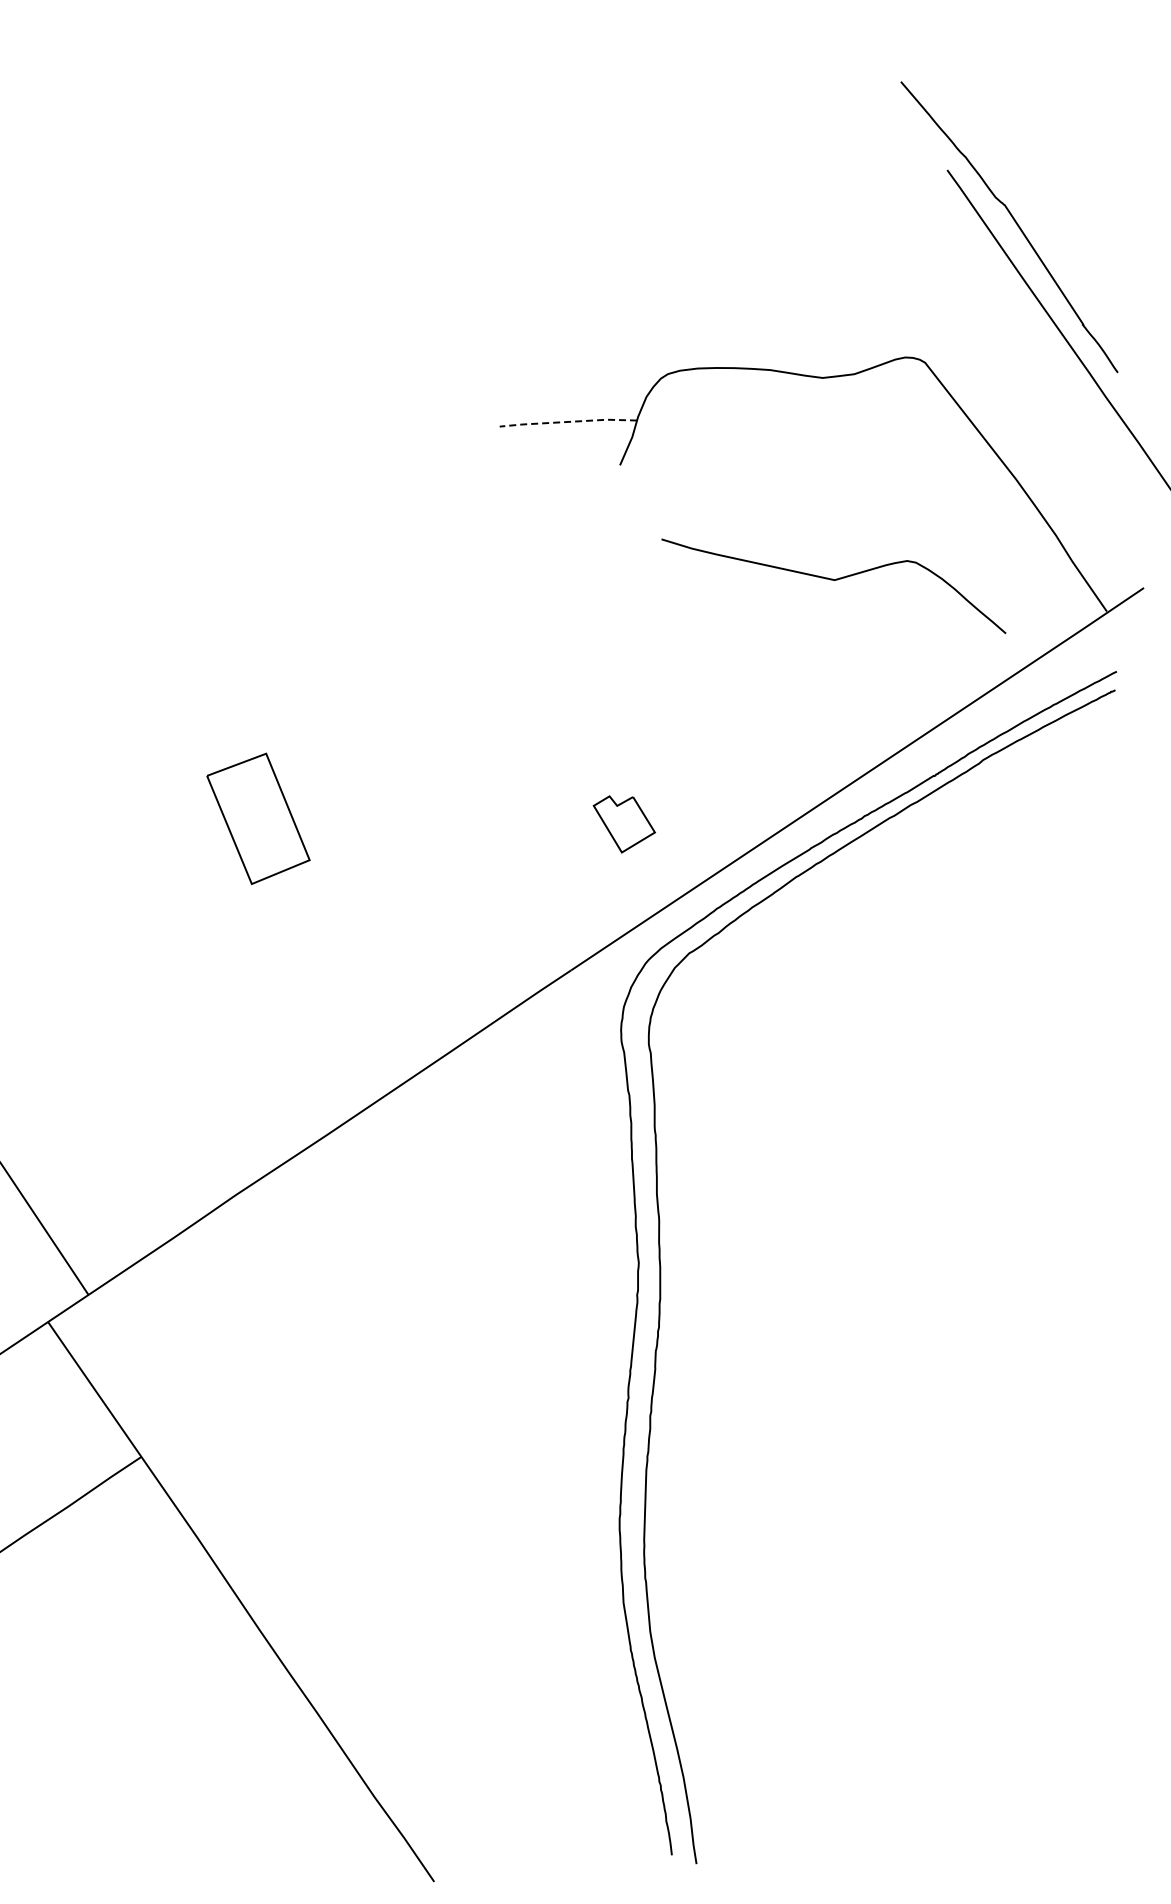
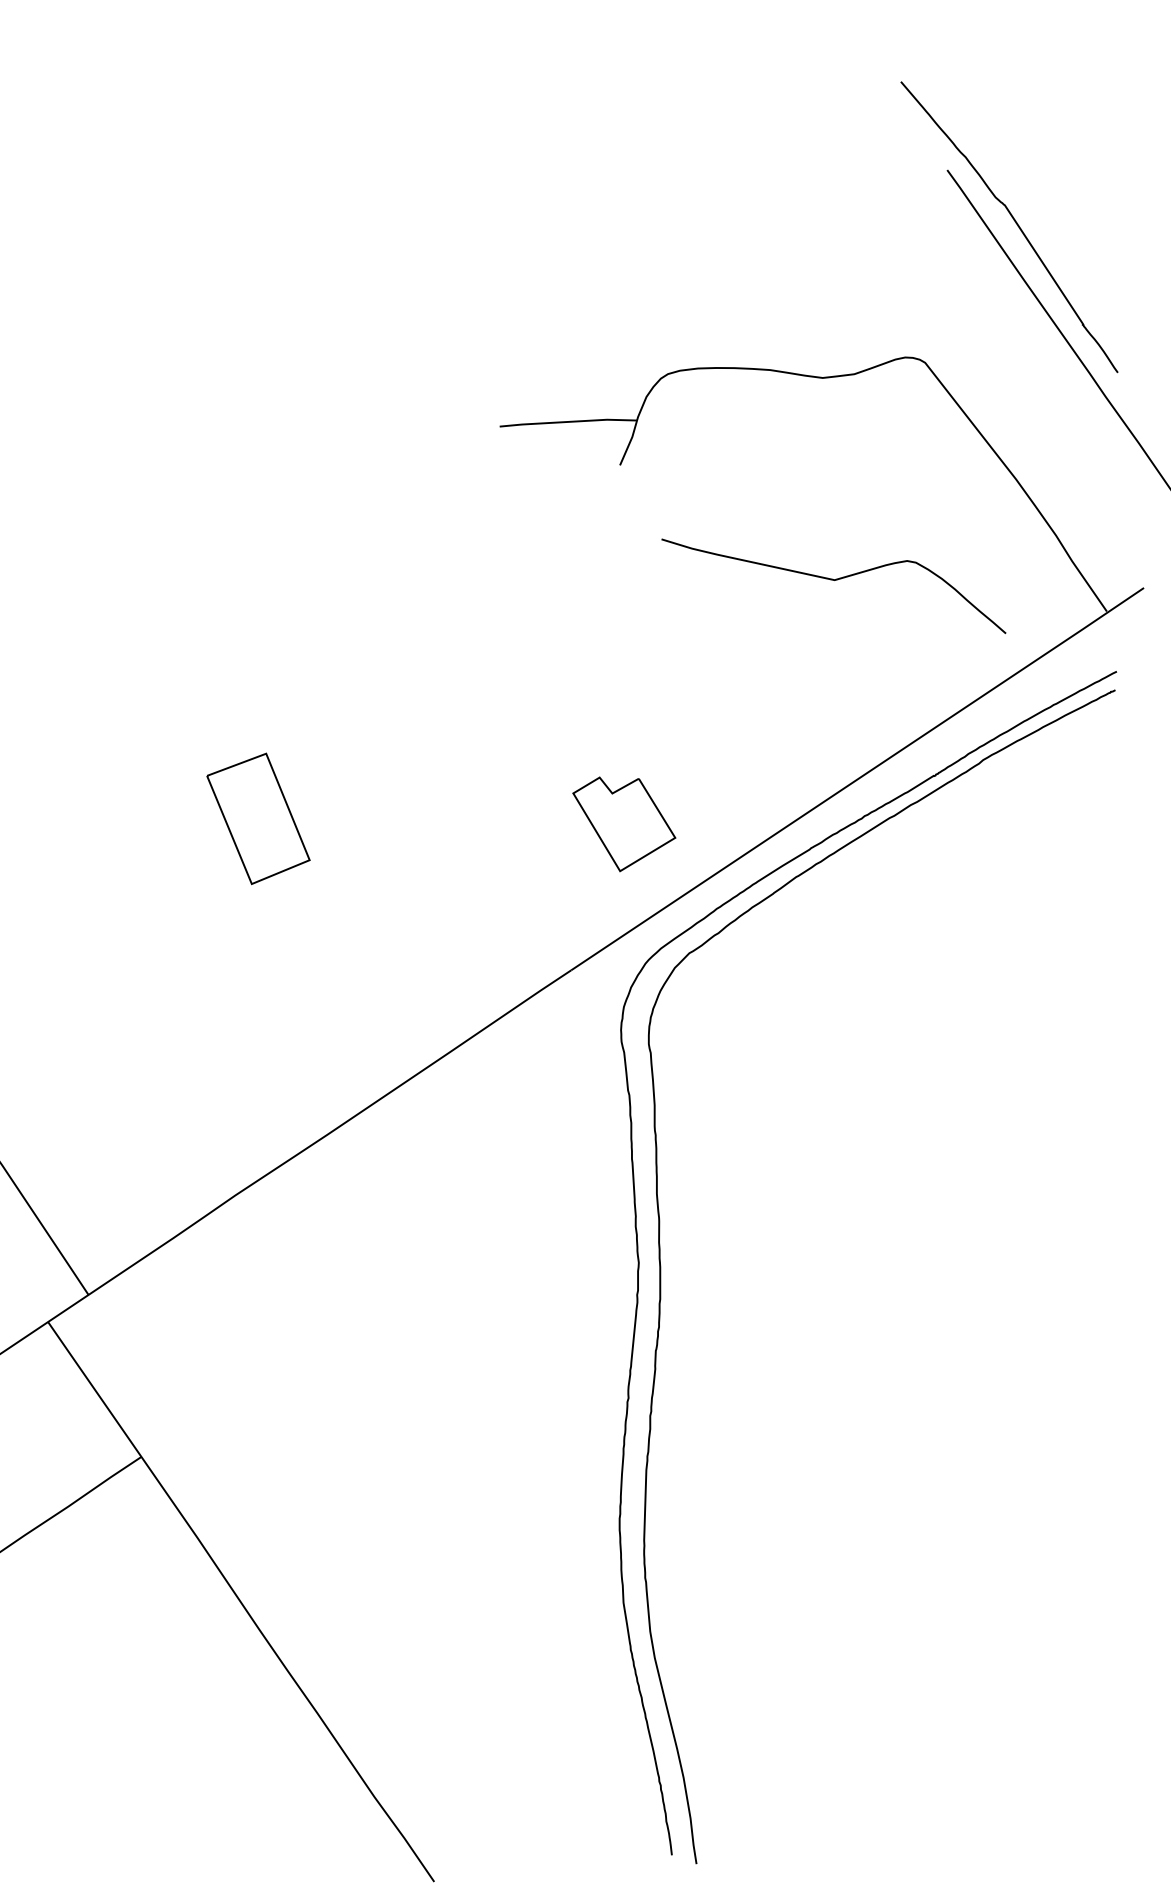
line at (567, 421): dashed -> solid
part at (623, 824) size: 64x59 px -> 105x97 px
